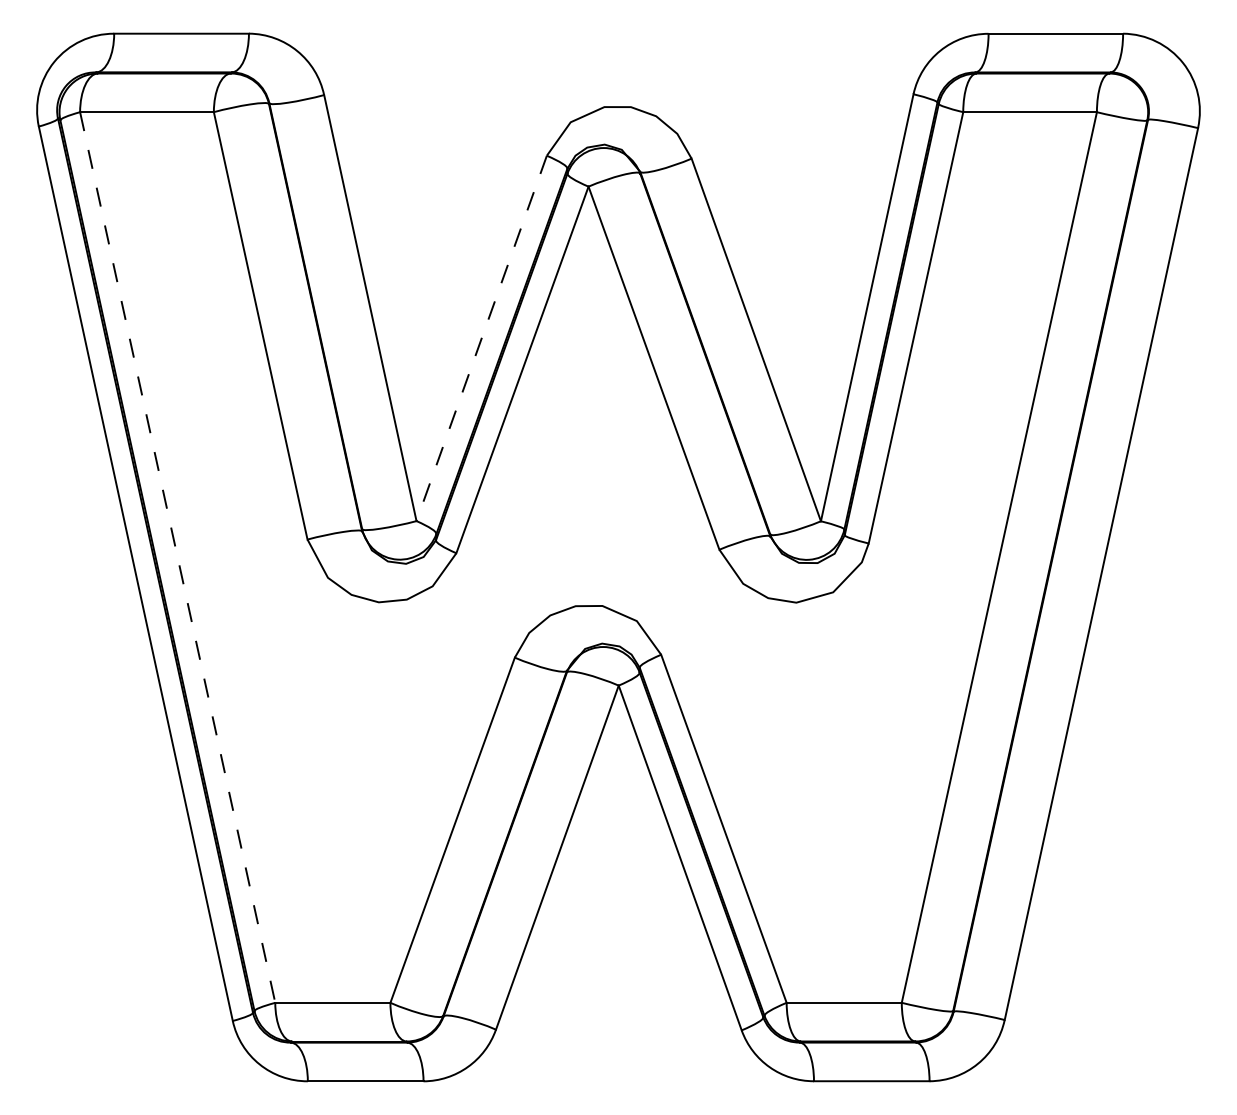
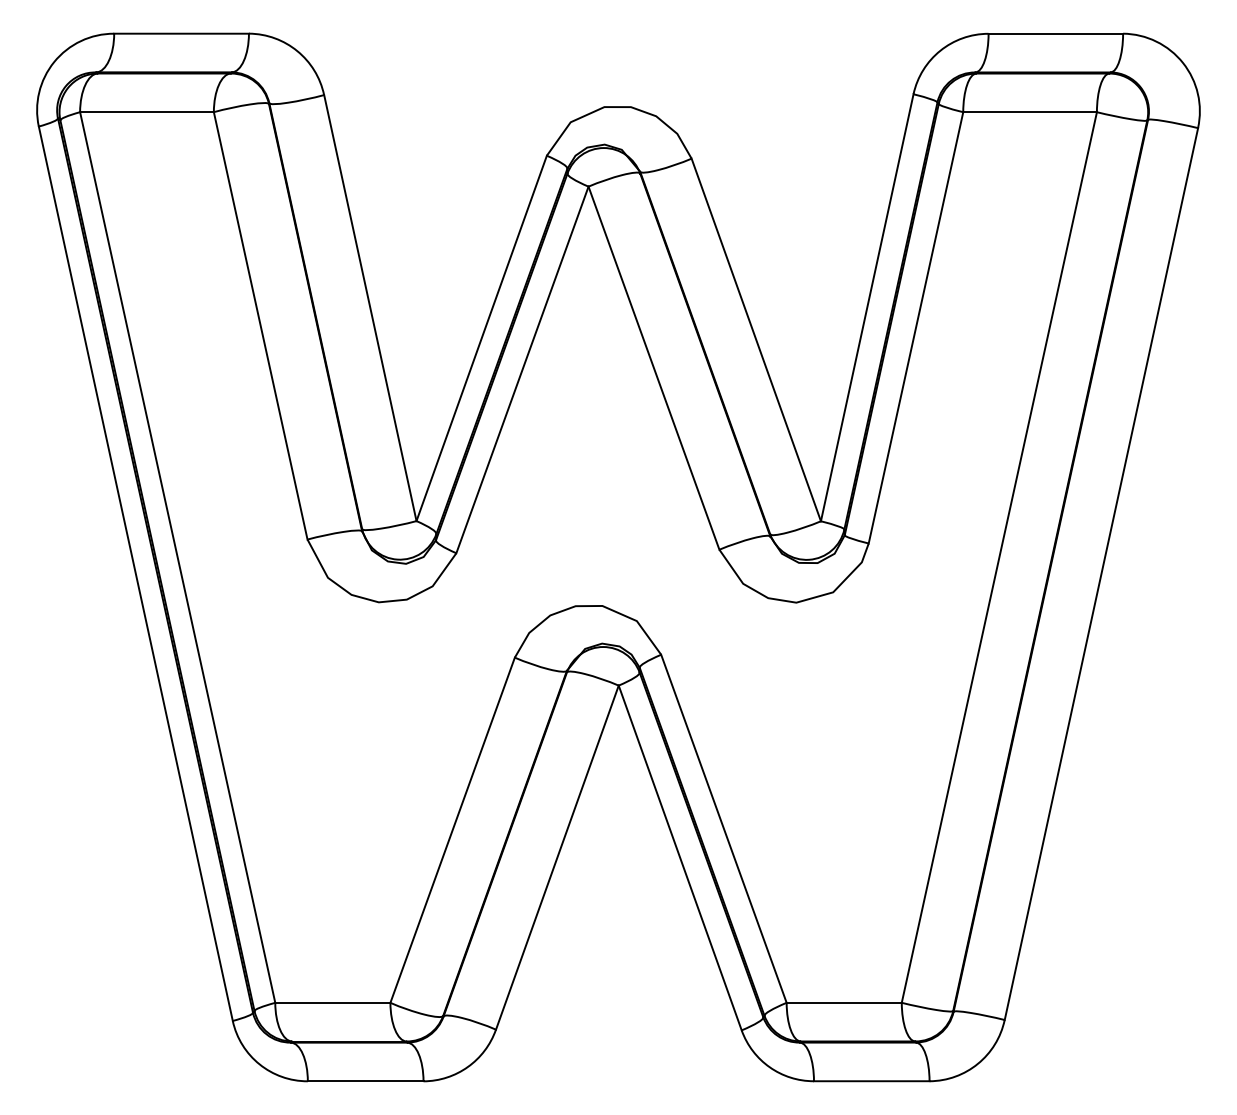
line at (481, 338): dashed -> solid
line at (177, 557): dashed -> solid
